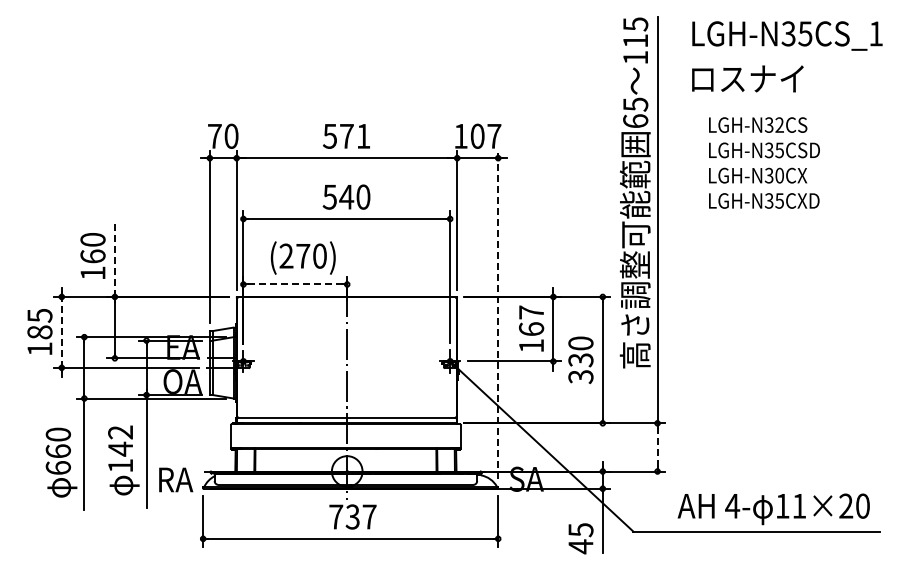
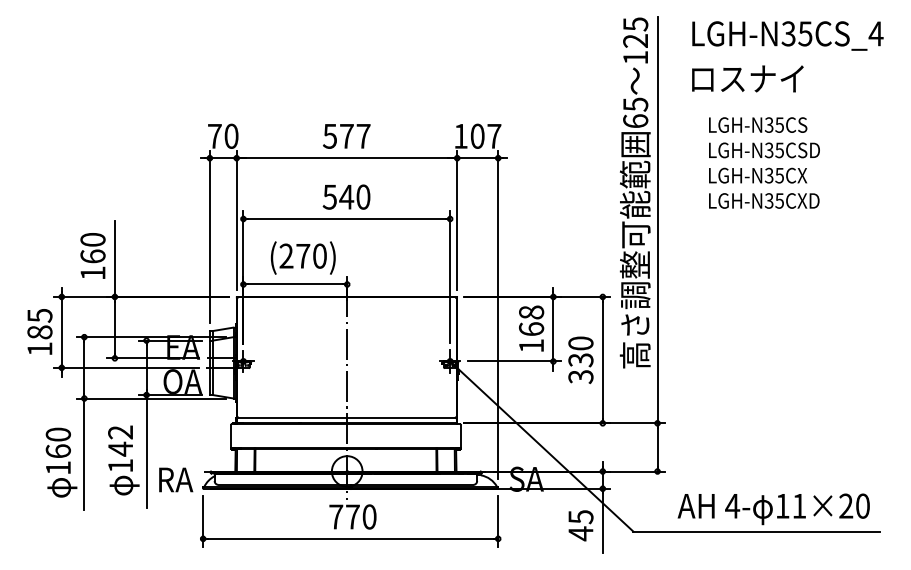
text at (875, 33): LGH-N35CS_1 -> LGH-N35CS_4
text at (635, 40): 115 -> 125
text at (779, 124): LGH-N32CS -> LGH-N35CS
text at (363, 136): 571 -> 577
text at (779, 175): LGH-N30CX -> LGH-N35CX
line at (114, 258): dashed -> solid
line at (295, 284): dashed -> solid
text at (531, 312): 167 -> 168
line at (498, 314): dashed -> solid
line at (61, 331): dashed -> solid
line at (657, 446): dashed -> solid
text at (58, 467): 660 -> 160
text at (360, 516): 737 -> 770
text at (580, 538) position: (580, 538) -> (580, 525)
